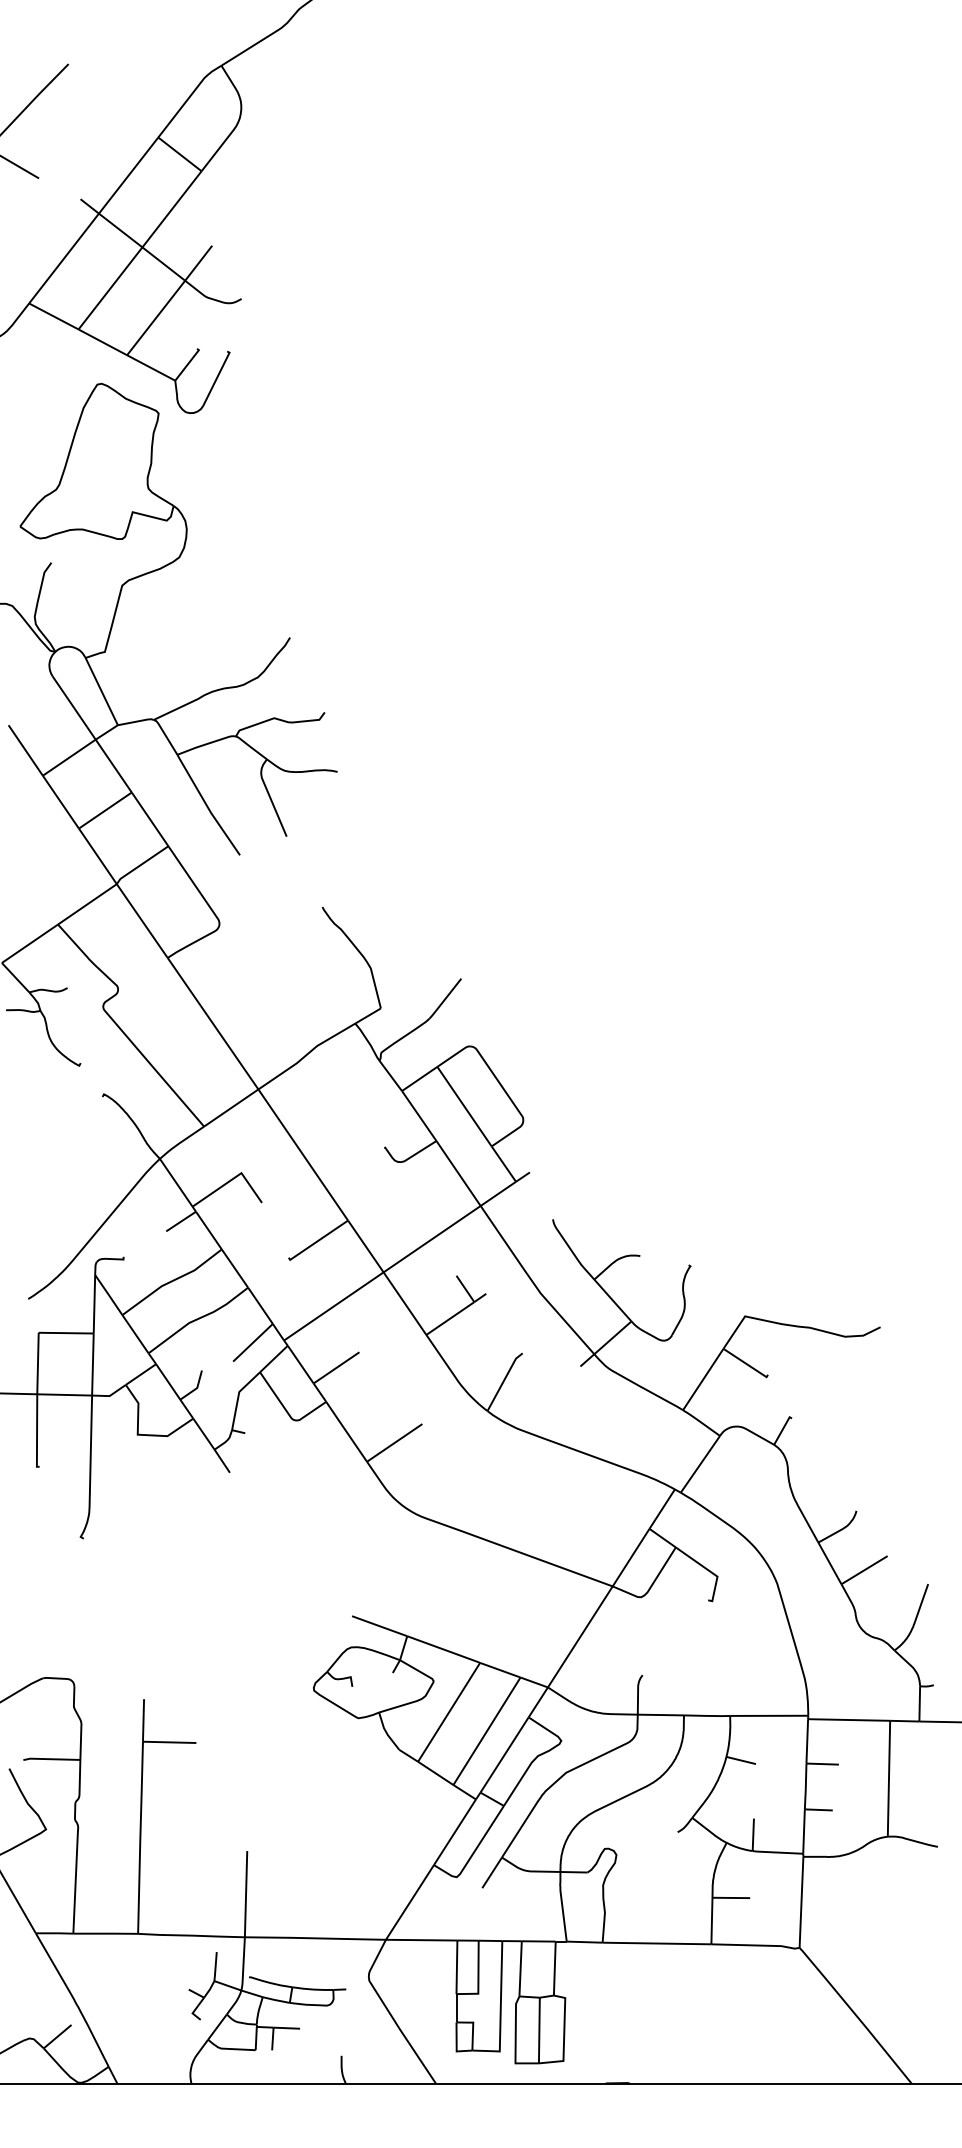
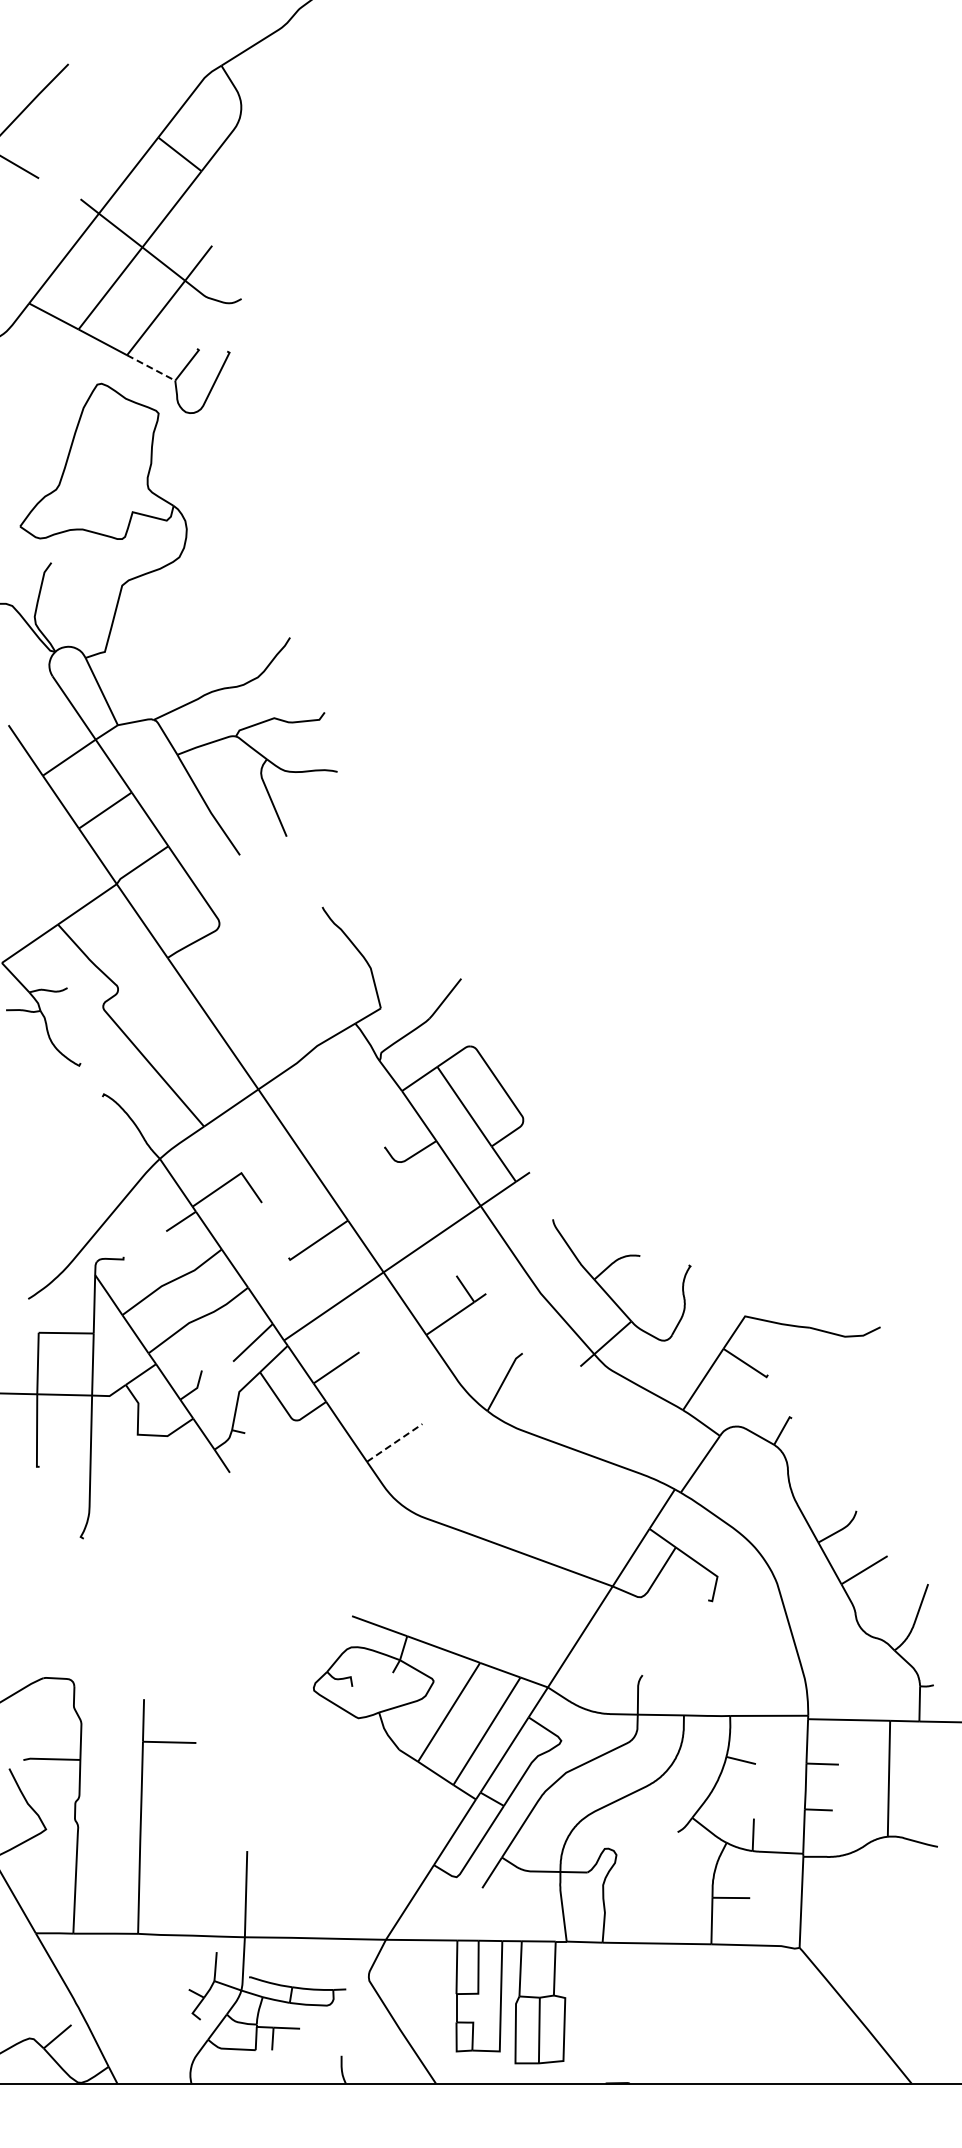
line at (151, 368): solid -> dashed
line at (395, 1442): solid -> dashed
